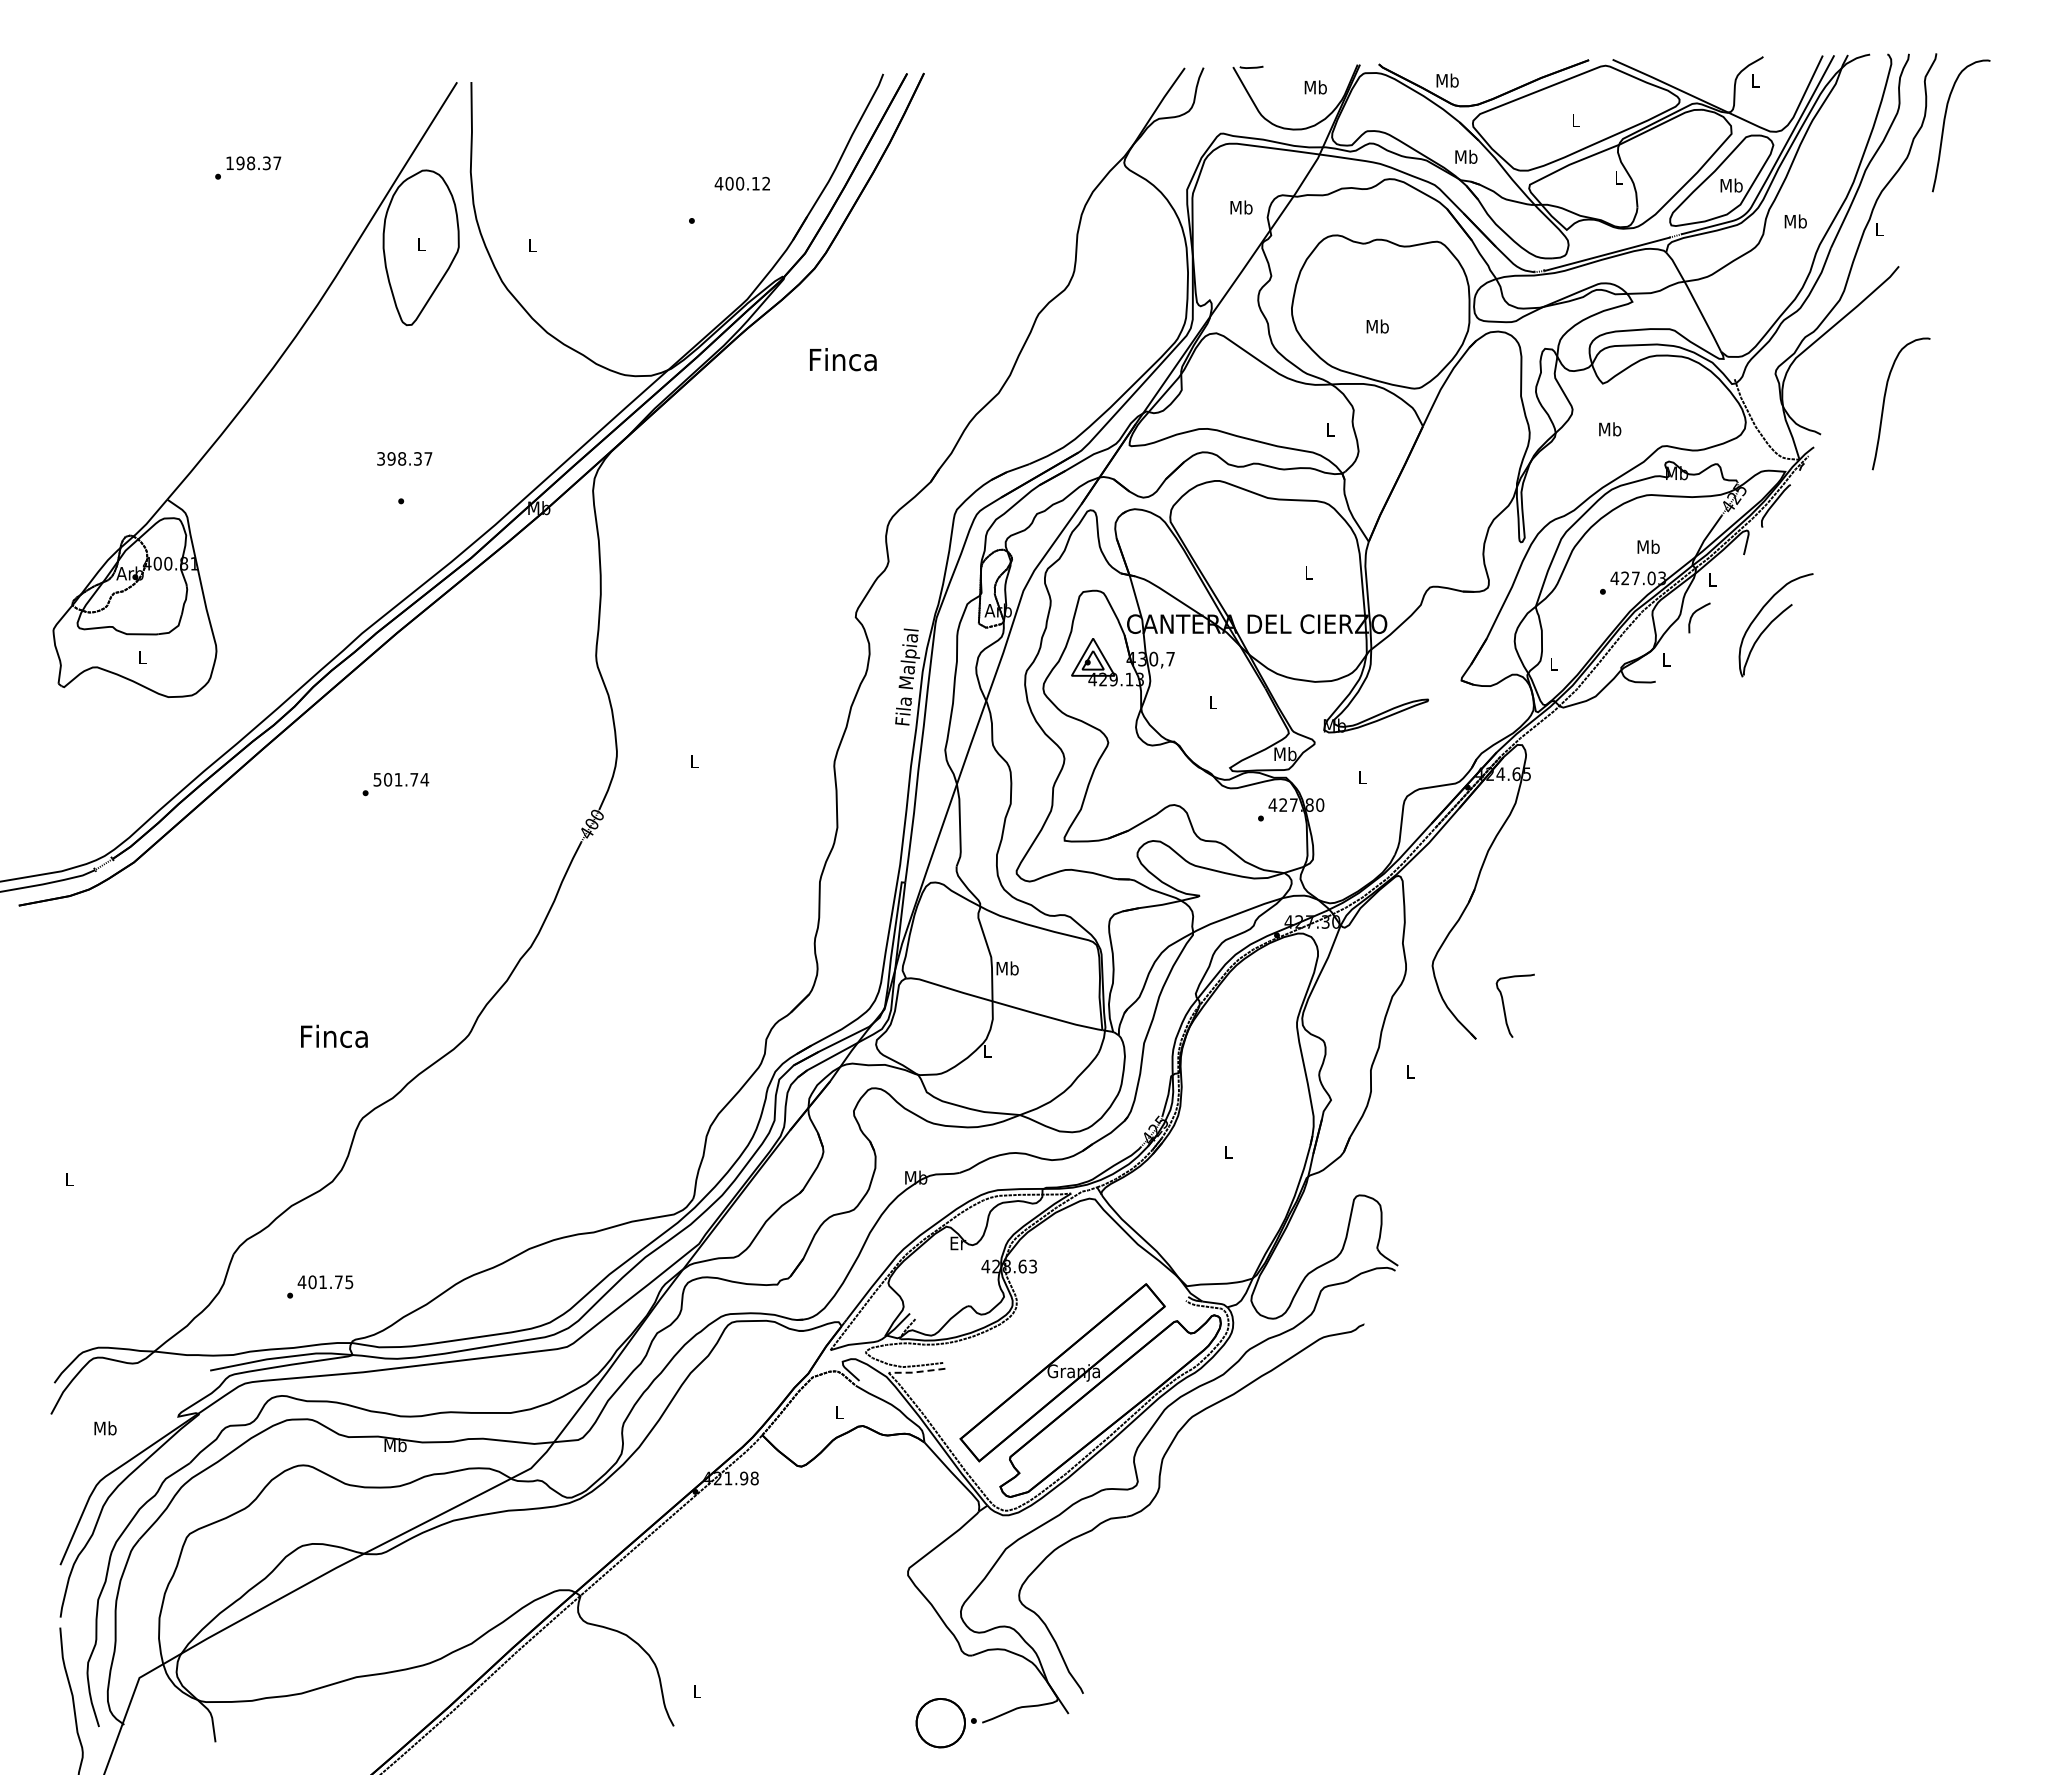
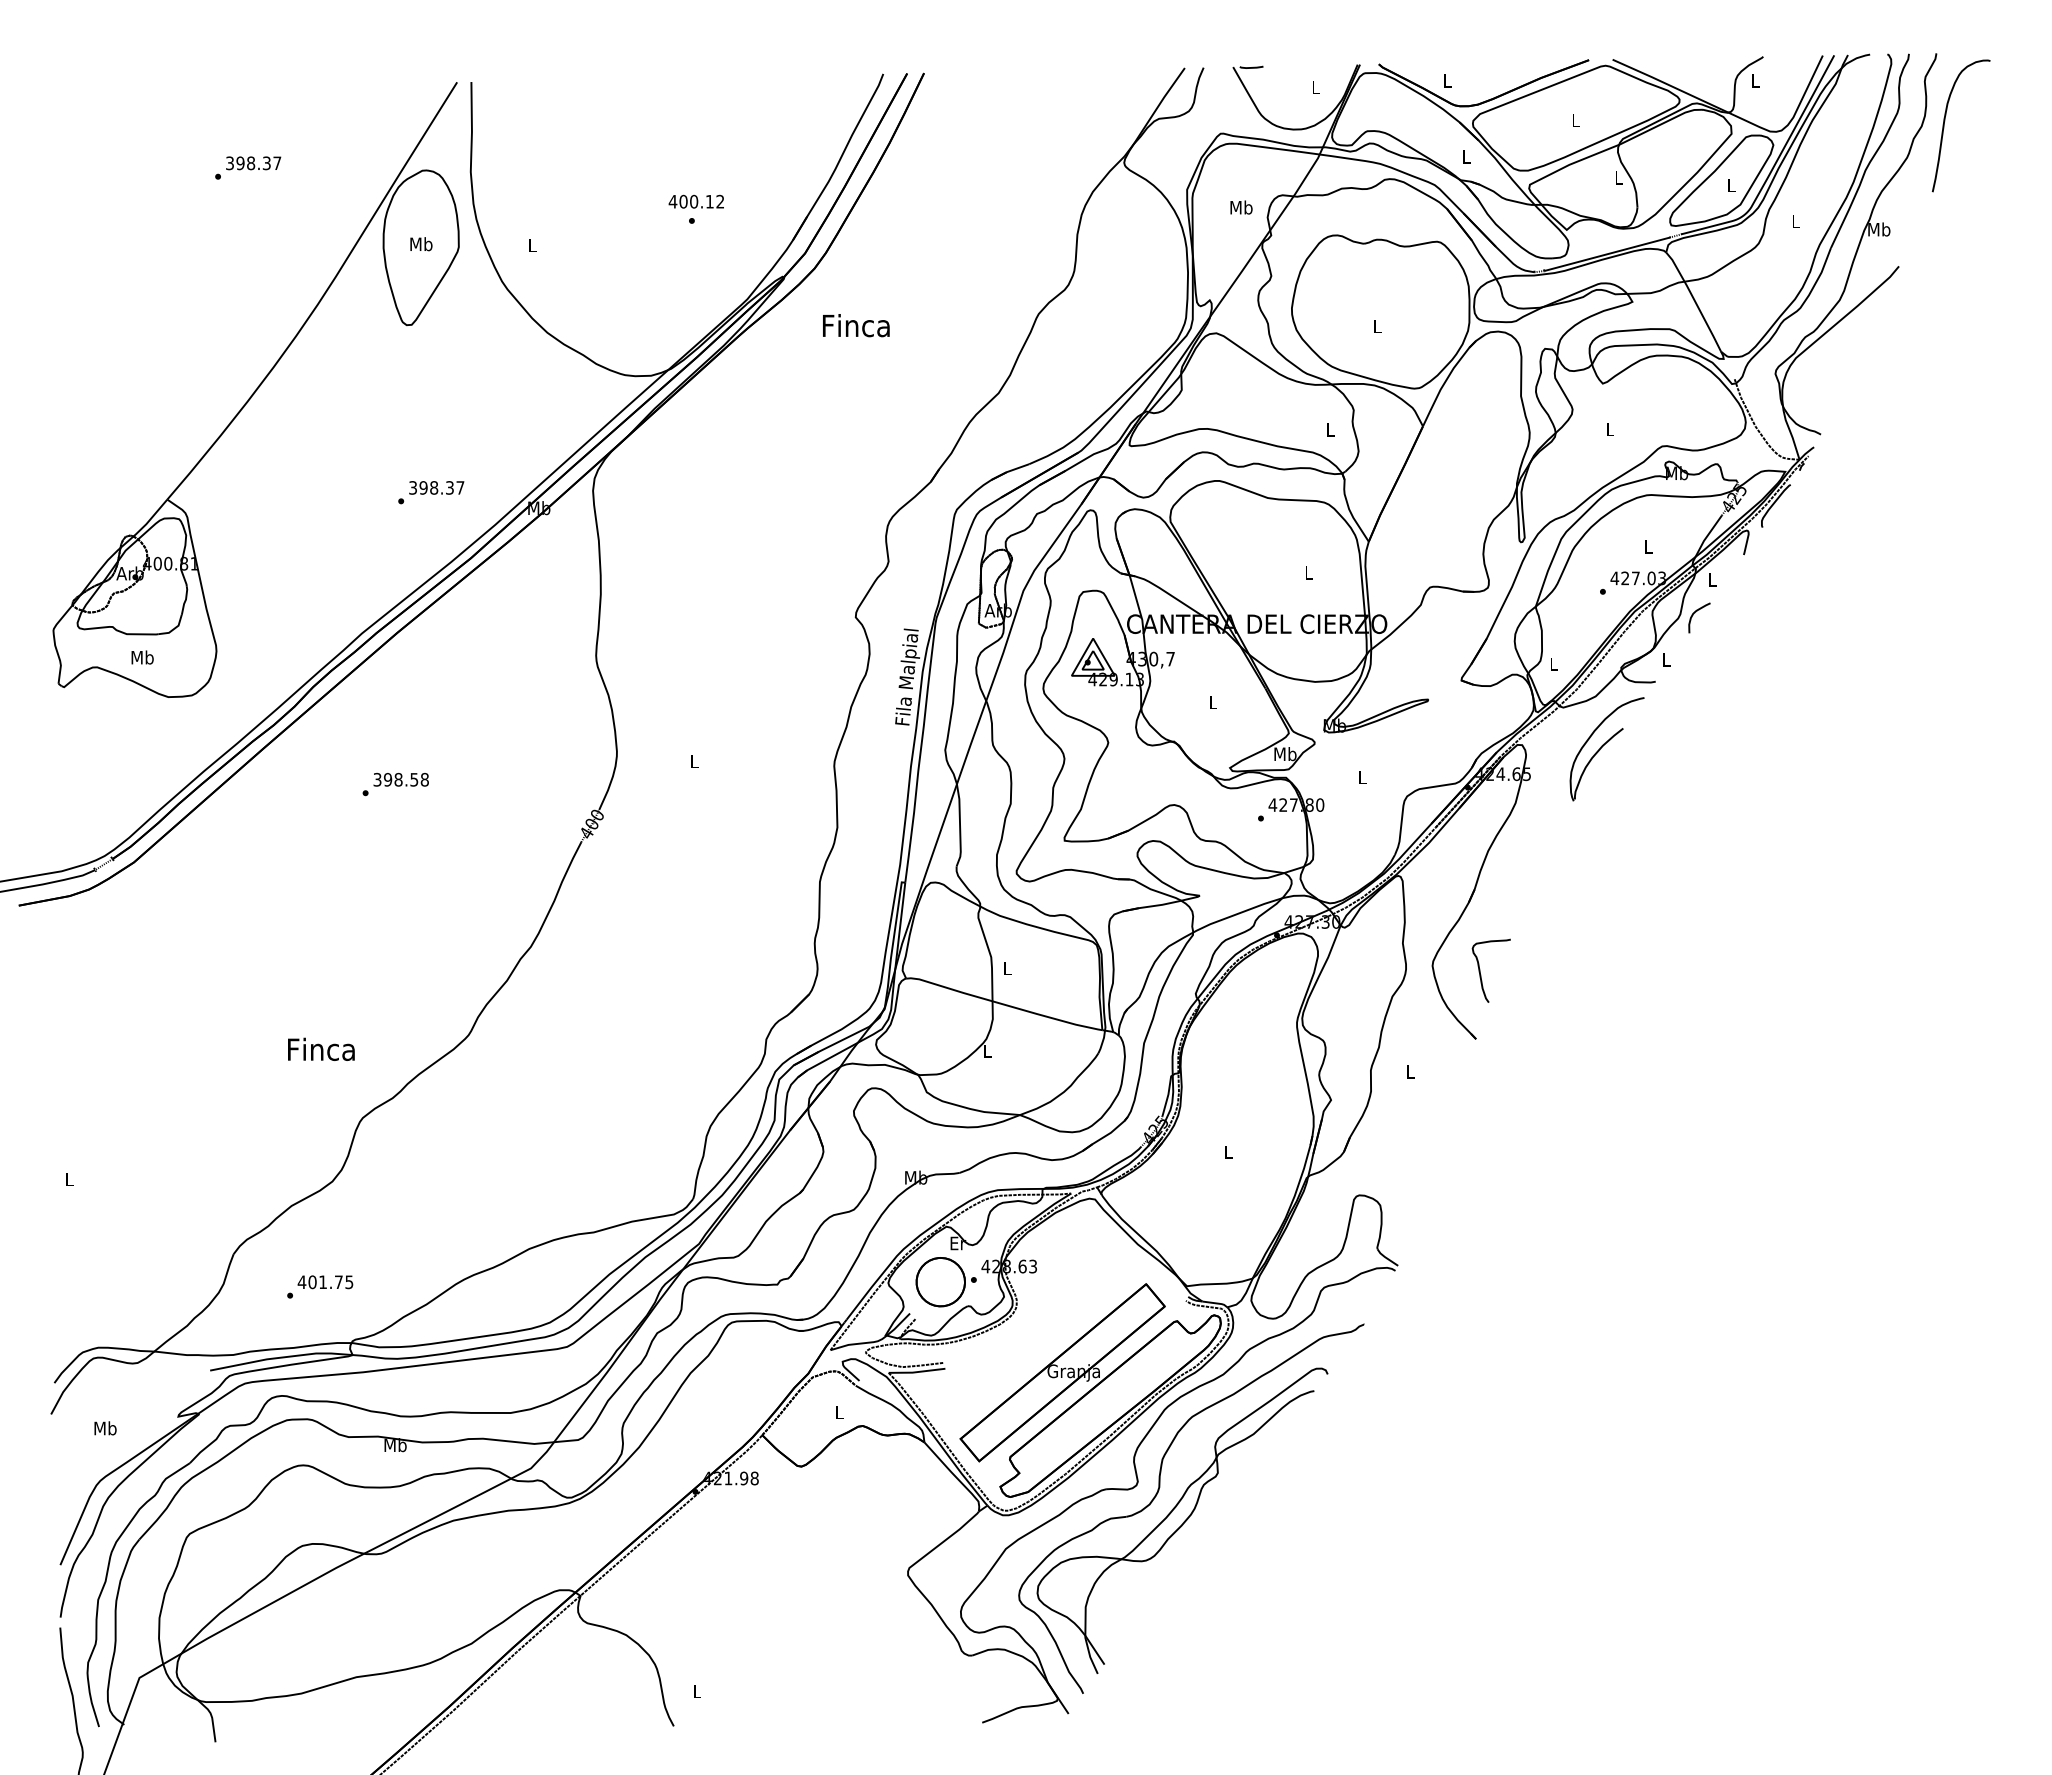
text at (1447, 80): Mb -> L
text at (1315, 87): Mb -> L
text at (1466, 156): Mb -> L
text at (229, 163): 198.37 -> 398.37
text at (741, 183) position: (741, 183) -> (695, 201)
text at (1731, 185): Mb -> L
text at (1795, 221): Mb -> L
text at (1879, 229): L -> Mb
text at (421, 244): L -> Mb
text at (1377, 326): Mb -> L
text at (843, 359) position: (843, 359) -> (856, 325)
curve at (1885, 399): present -> none
text at (1610, 429): Mb -> L
text at (404, 458) position: (404, 458) -> (436, 487)
text at (1648, 546): Mb -> L
part at (1775, 625) position: (1775, 625) -> (1606, 749)
text at (142, 657): L -> Mb
text at (401, 779): 501.74 -> 398.58
text at (1007, 968): Mb -> L
curve at (1505, 1009) position: (1505, 1009) -> (1481, 974)
text at (334, 1035) position: (334, 1035) -> (321, 1048)
line at (916, 1372): dashed -> solid
part at (1182, 1520): none -> present
part at (945, 1723) position: (945, 1723) -> (945, 1282)
